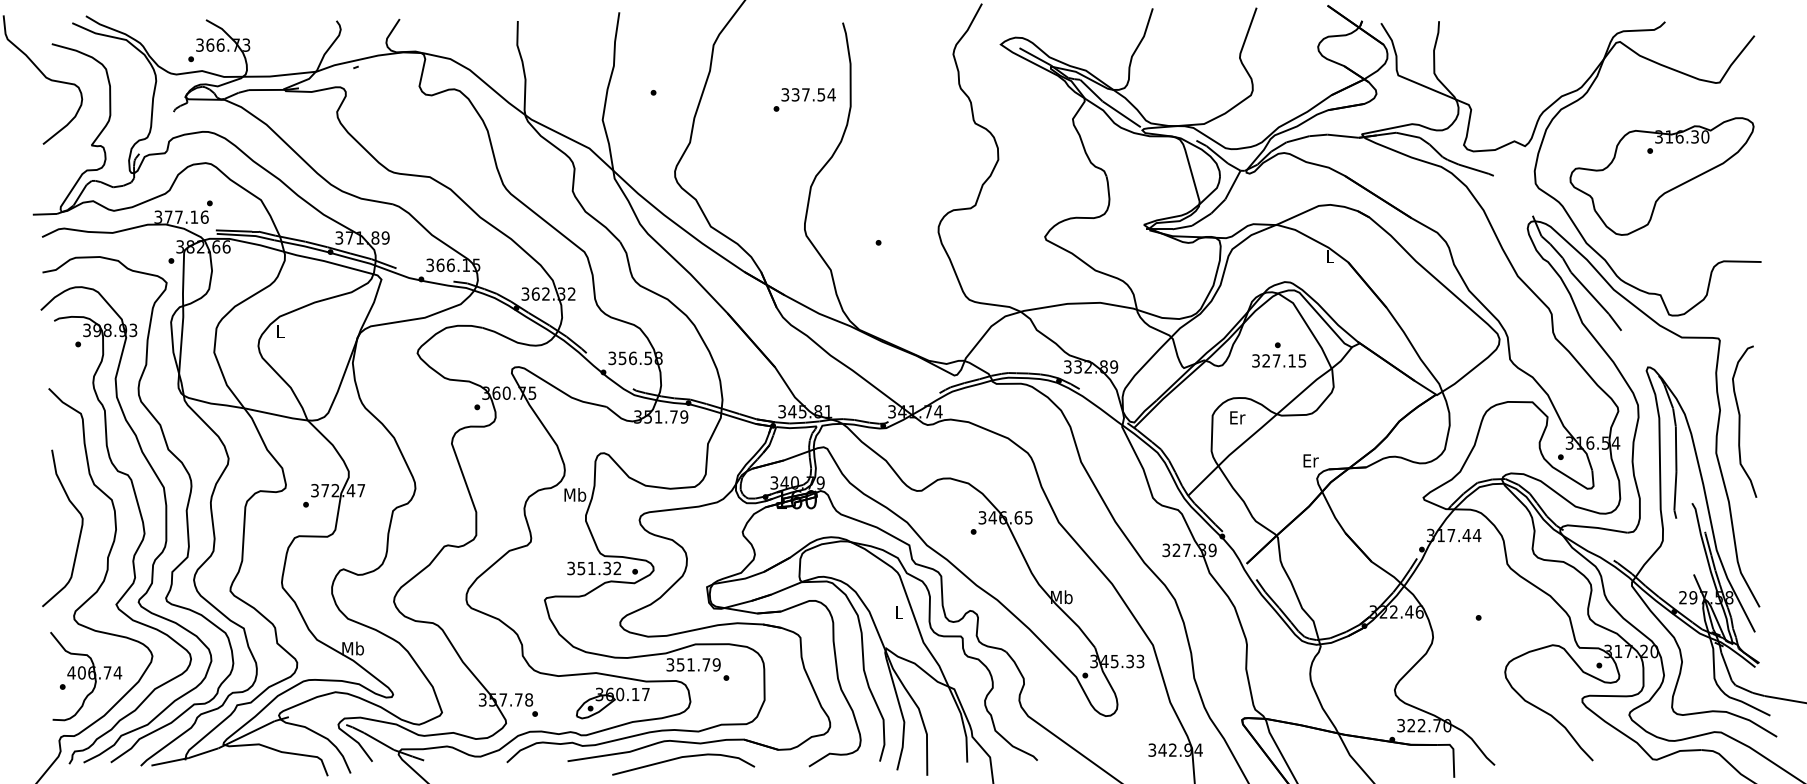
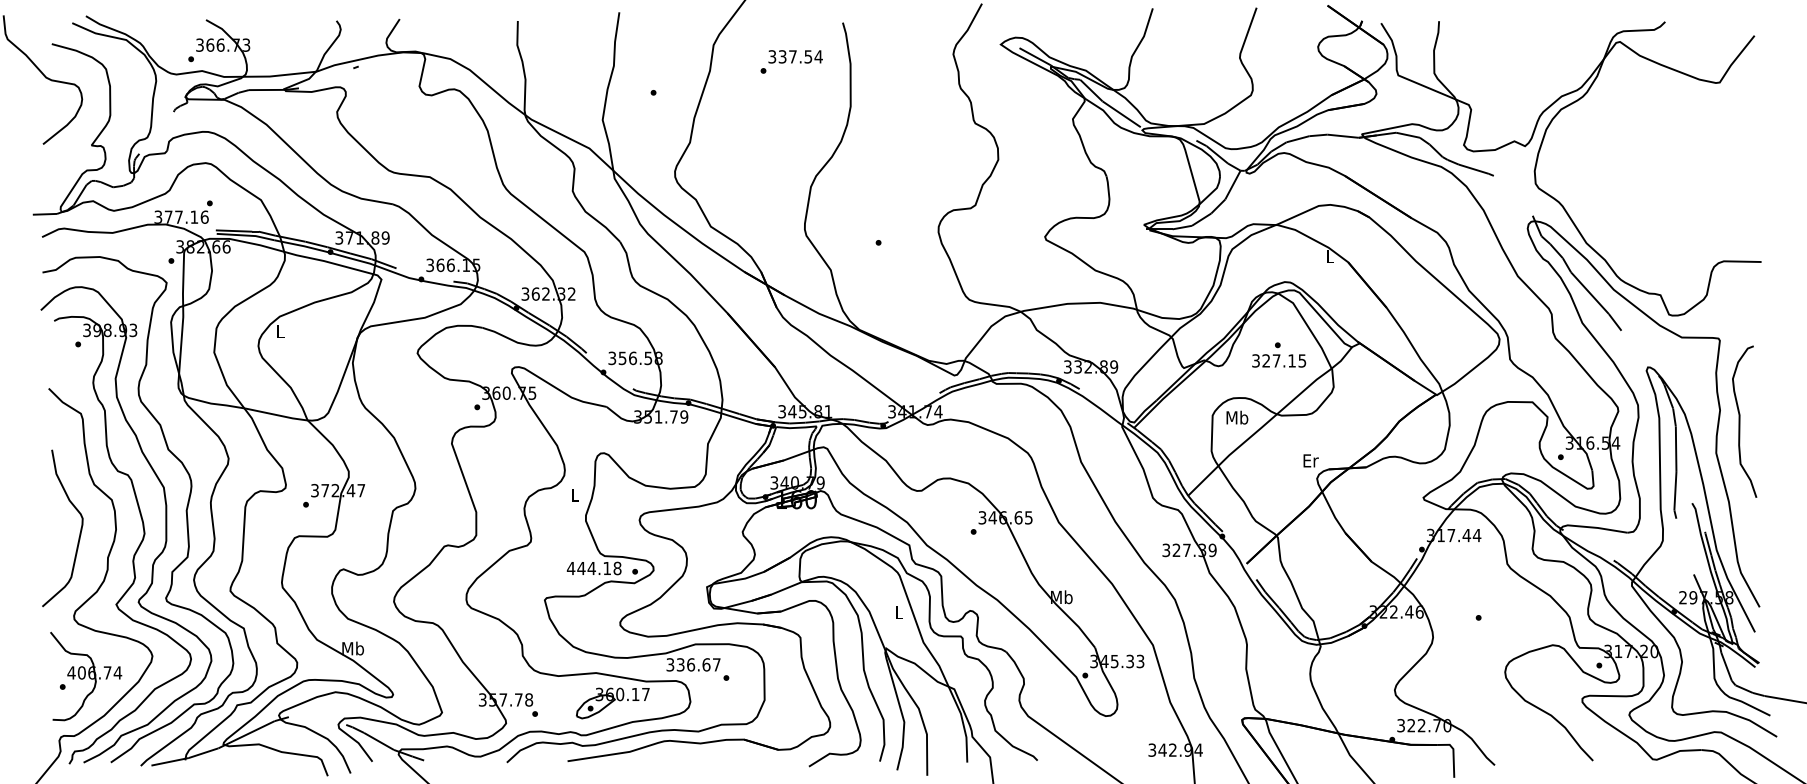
text at (804, 99) position: (804, 99) -> (791, 61)
part at (1661, 176): present -> none
text at (1237, 417): Er -> Mb
text at (575, 494): Mb -> L
text at (593, 568): 351.32 -> 444.18
text at (698, 664): 351.79 -> 336.67
curve at (681, 758): present -> none
